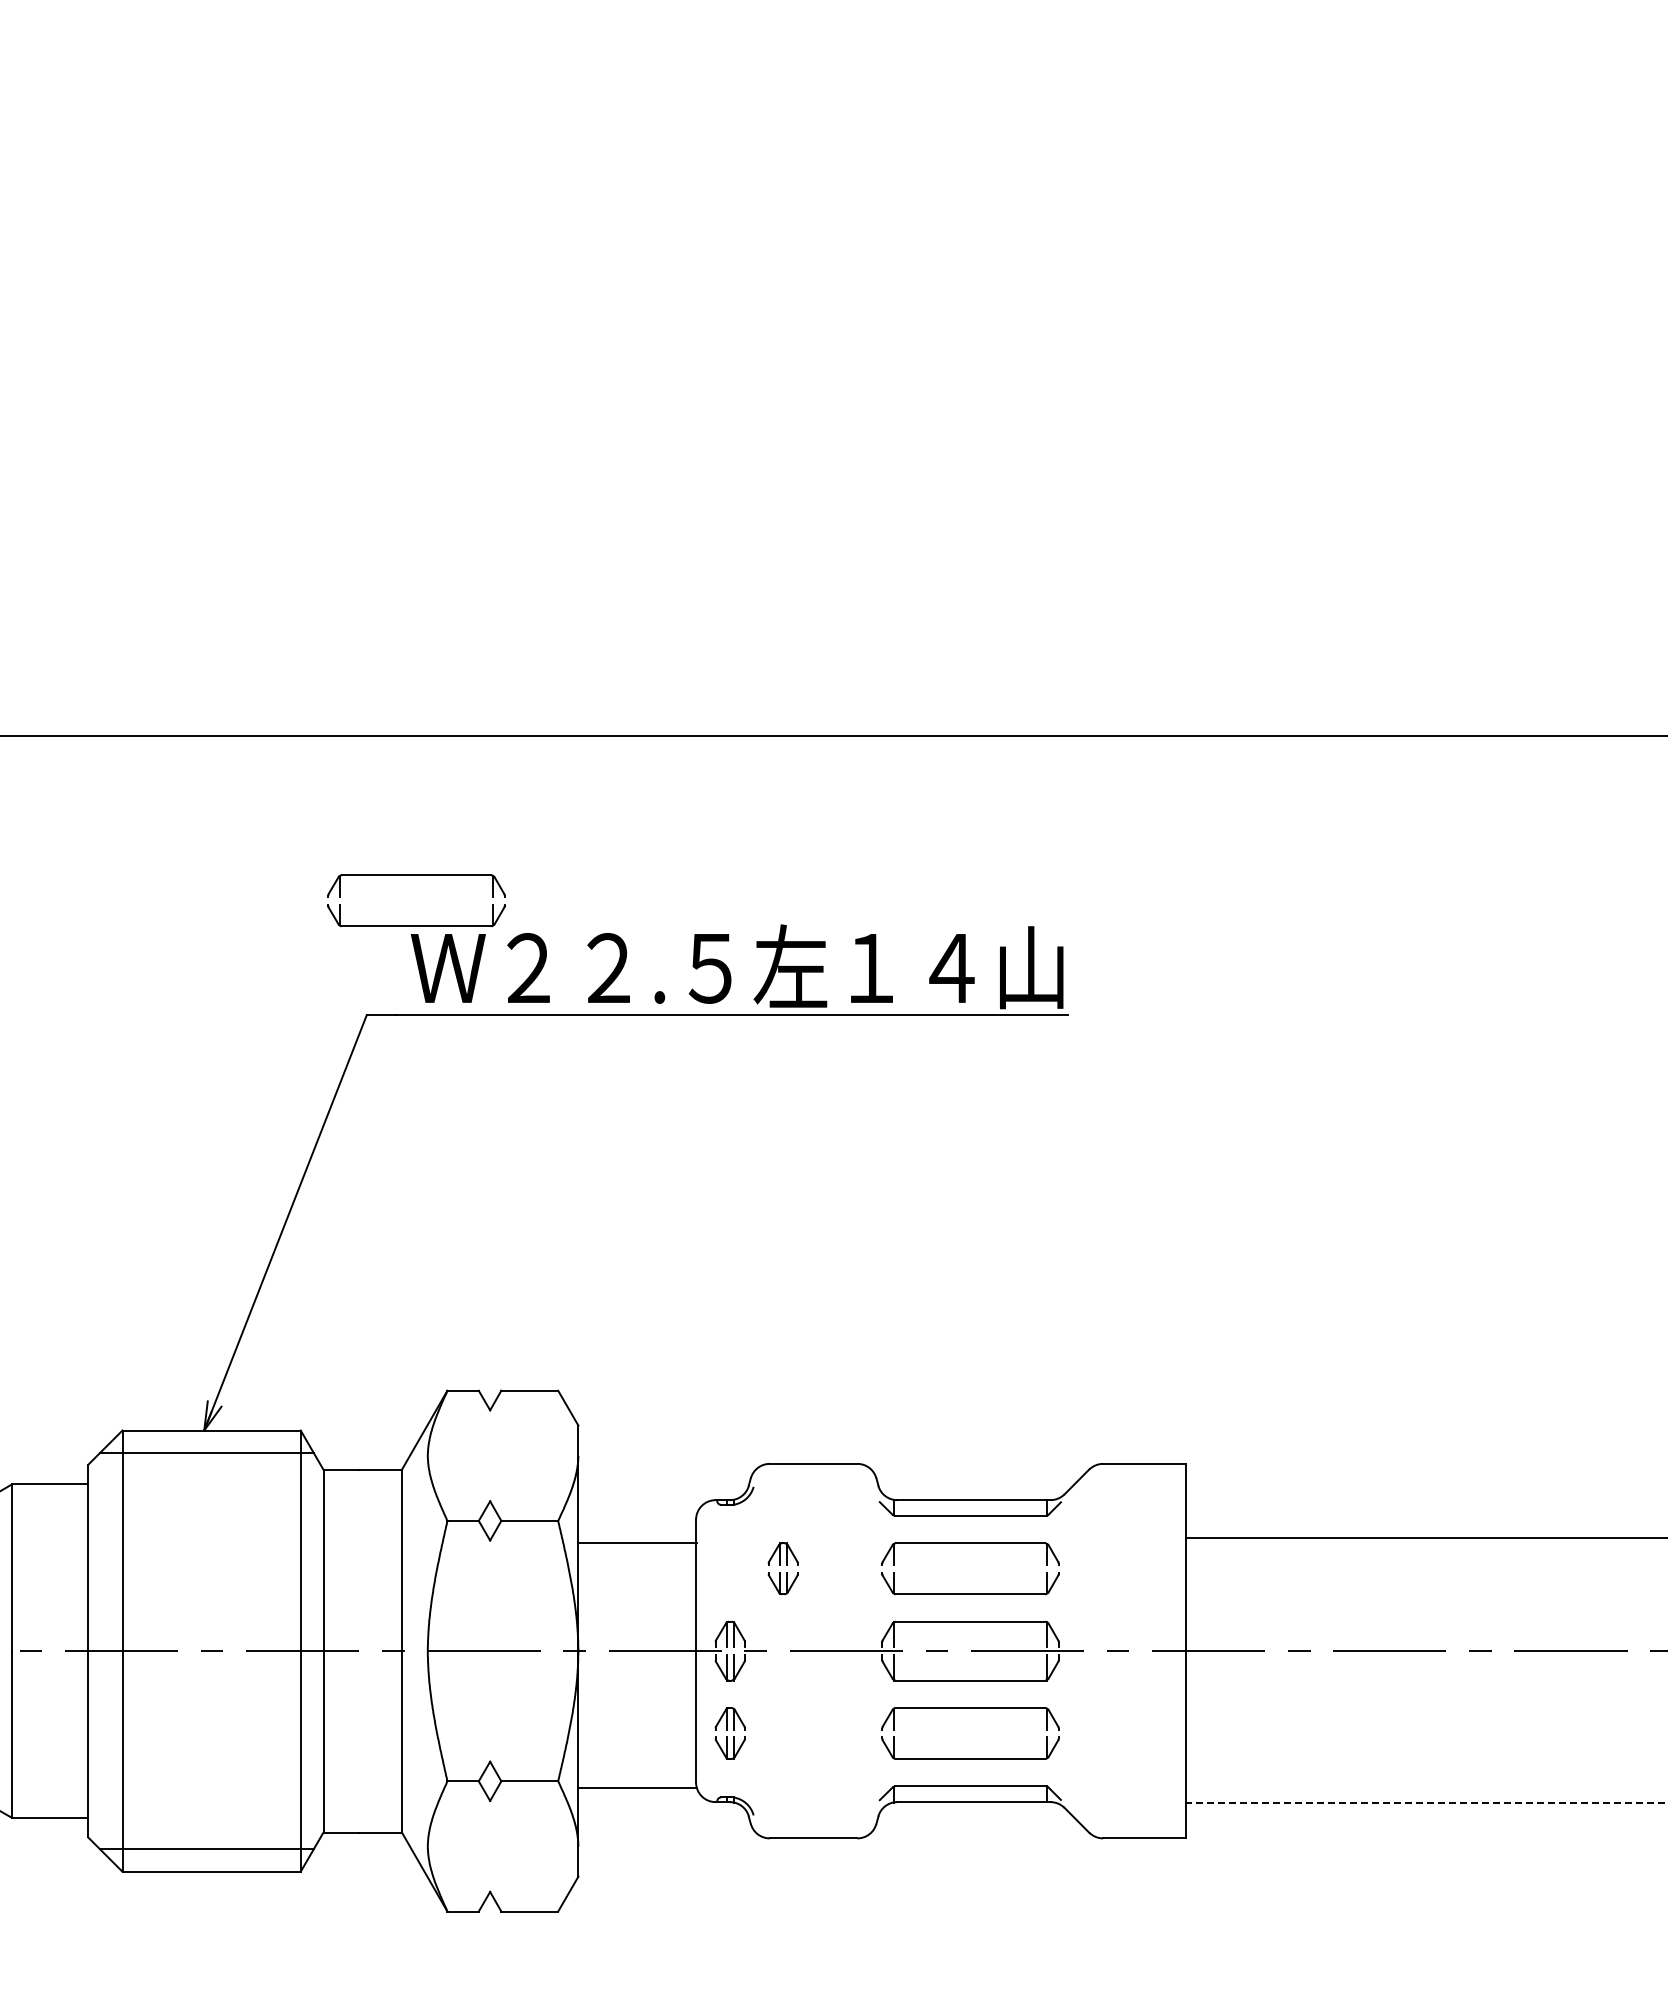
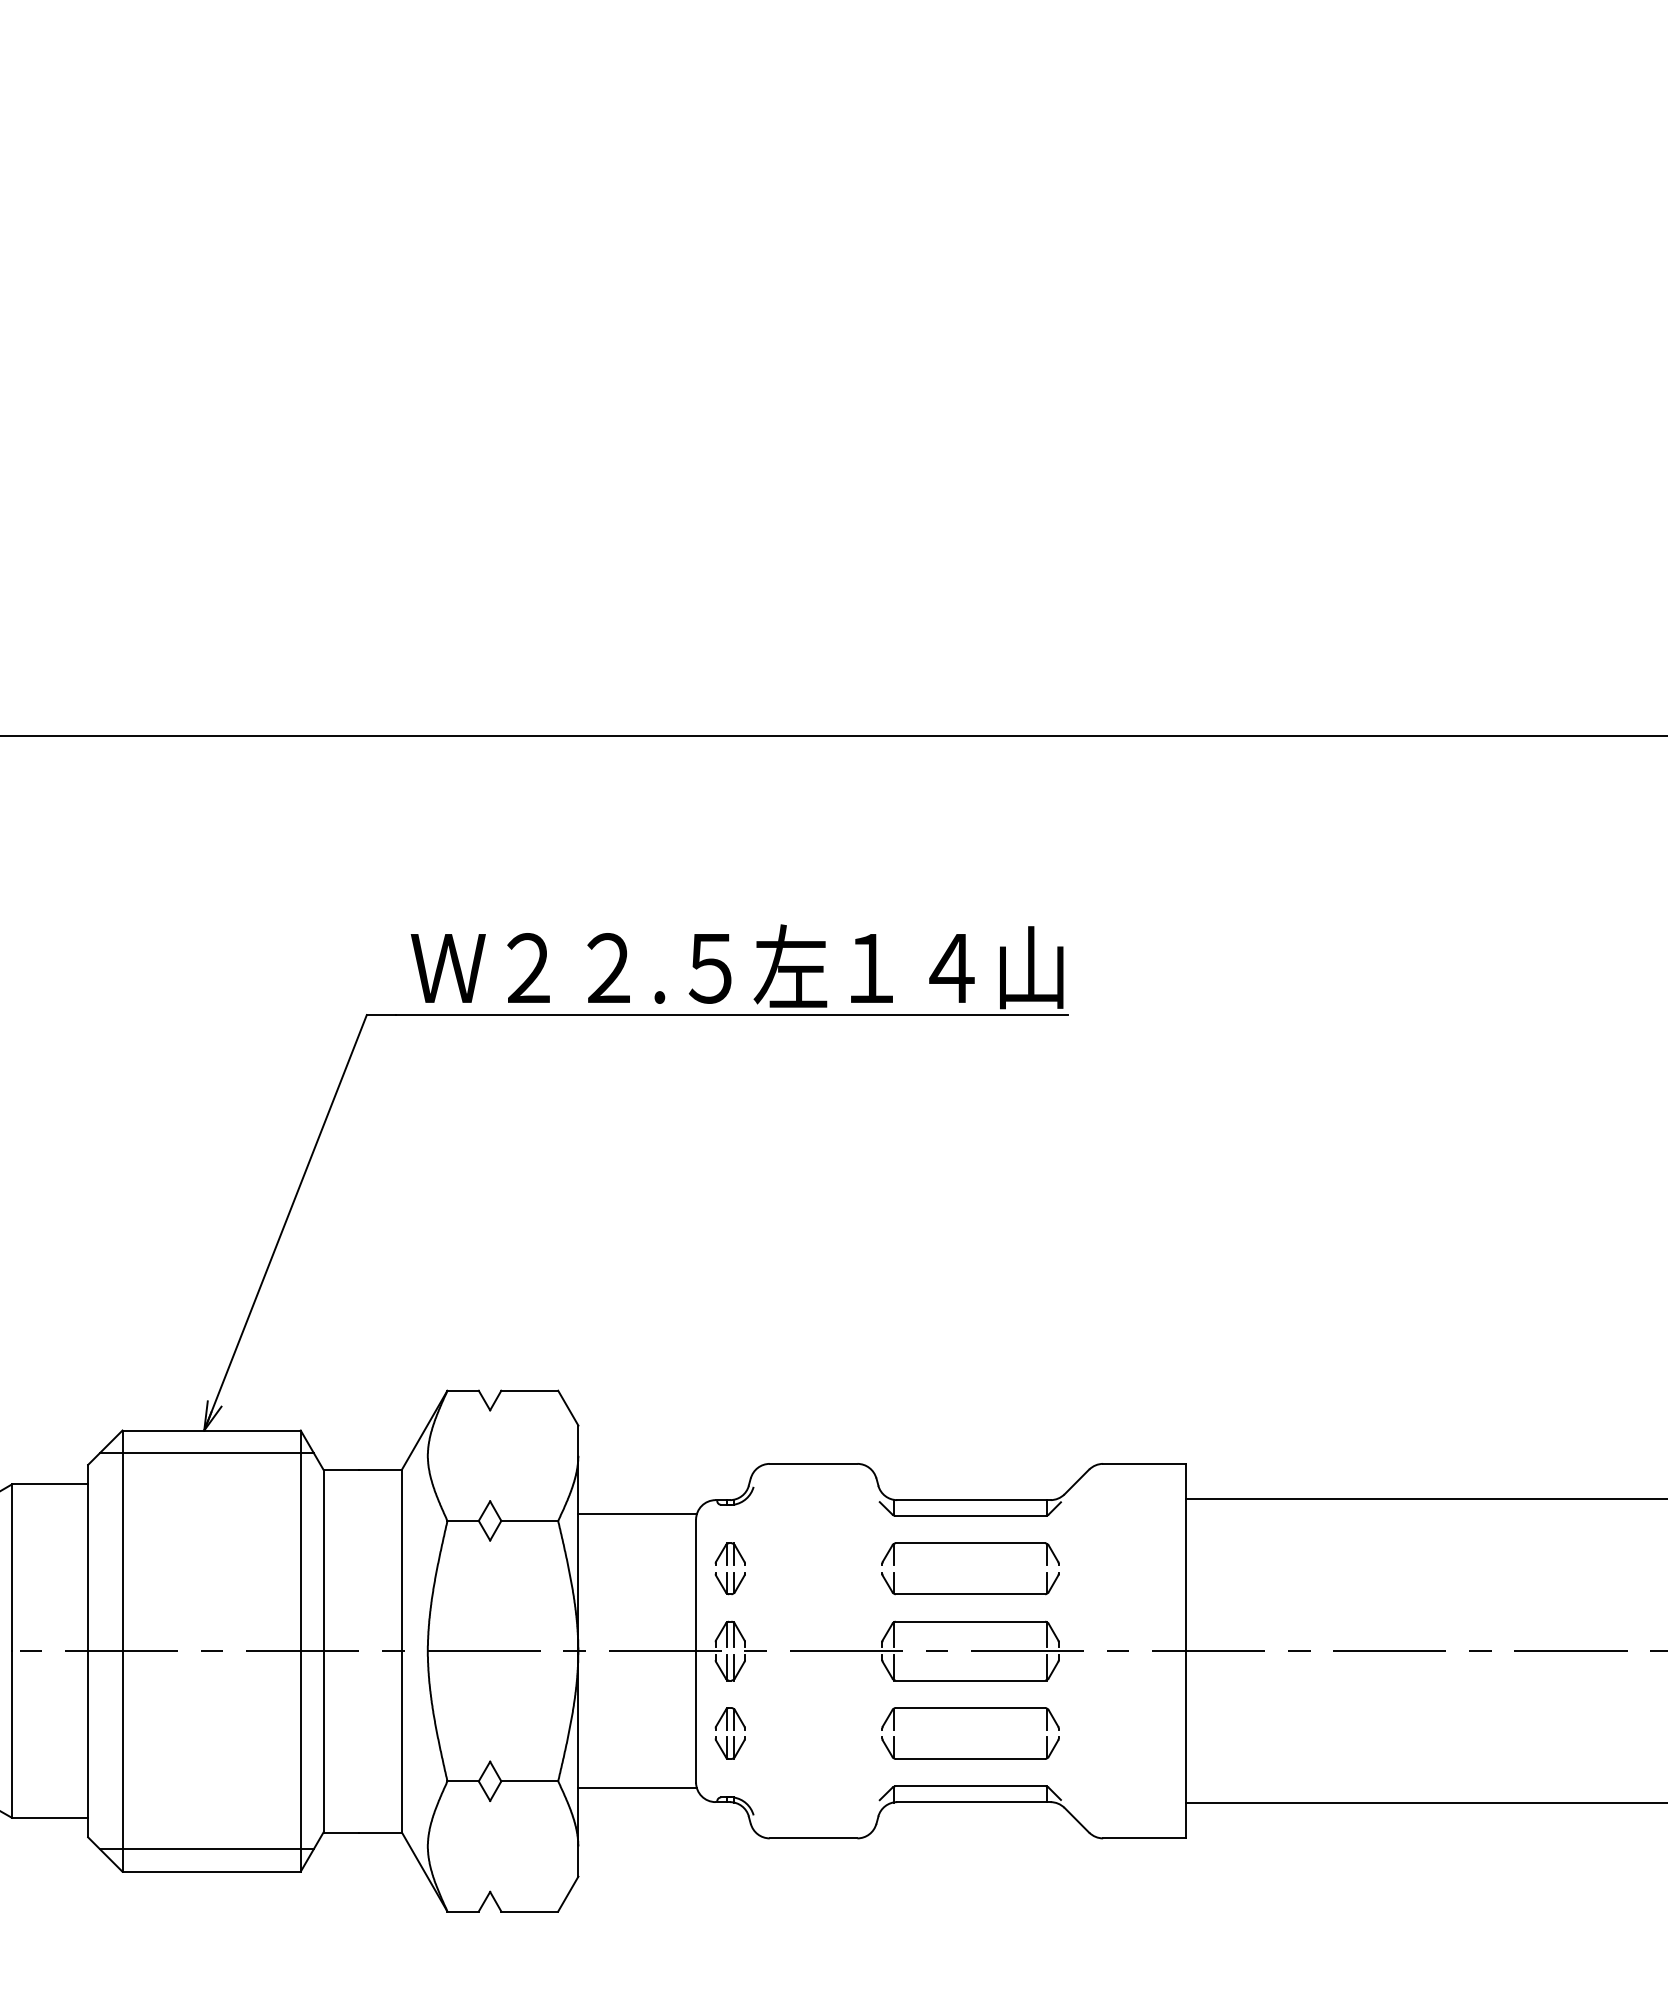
part at (416, 875): present -> none
line at (1425, 1538) position: (1425, 1538) -> (1425, 1499)
line at (637, 1542) position: (637, 1542) -> (637, 1513)
part at (782, 1568) position: (782, 1568) -> (729, 1568)
line at (1427, 1803): dashed -> solid
